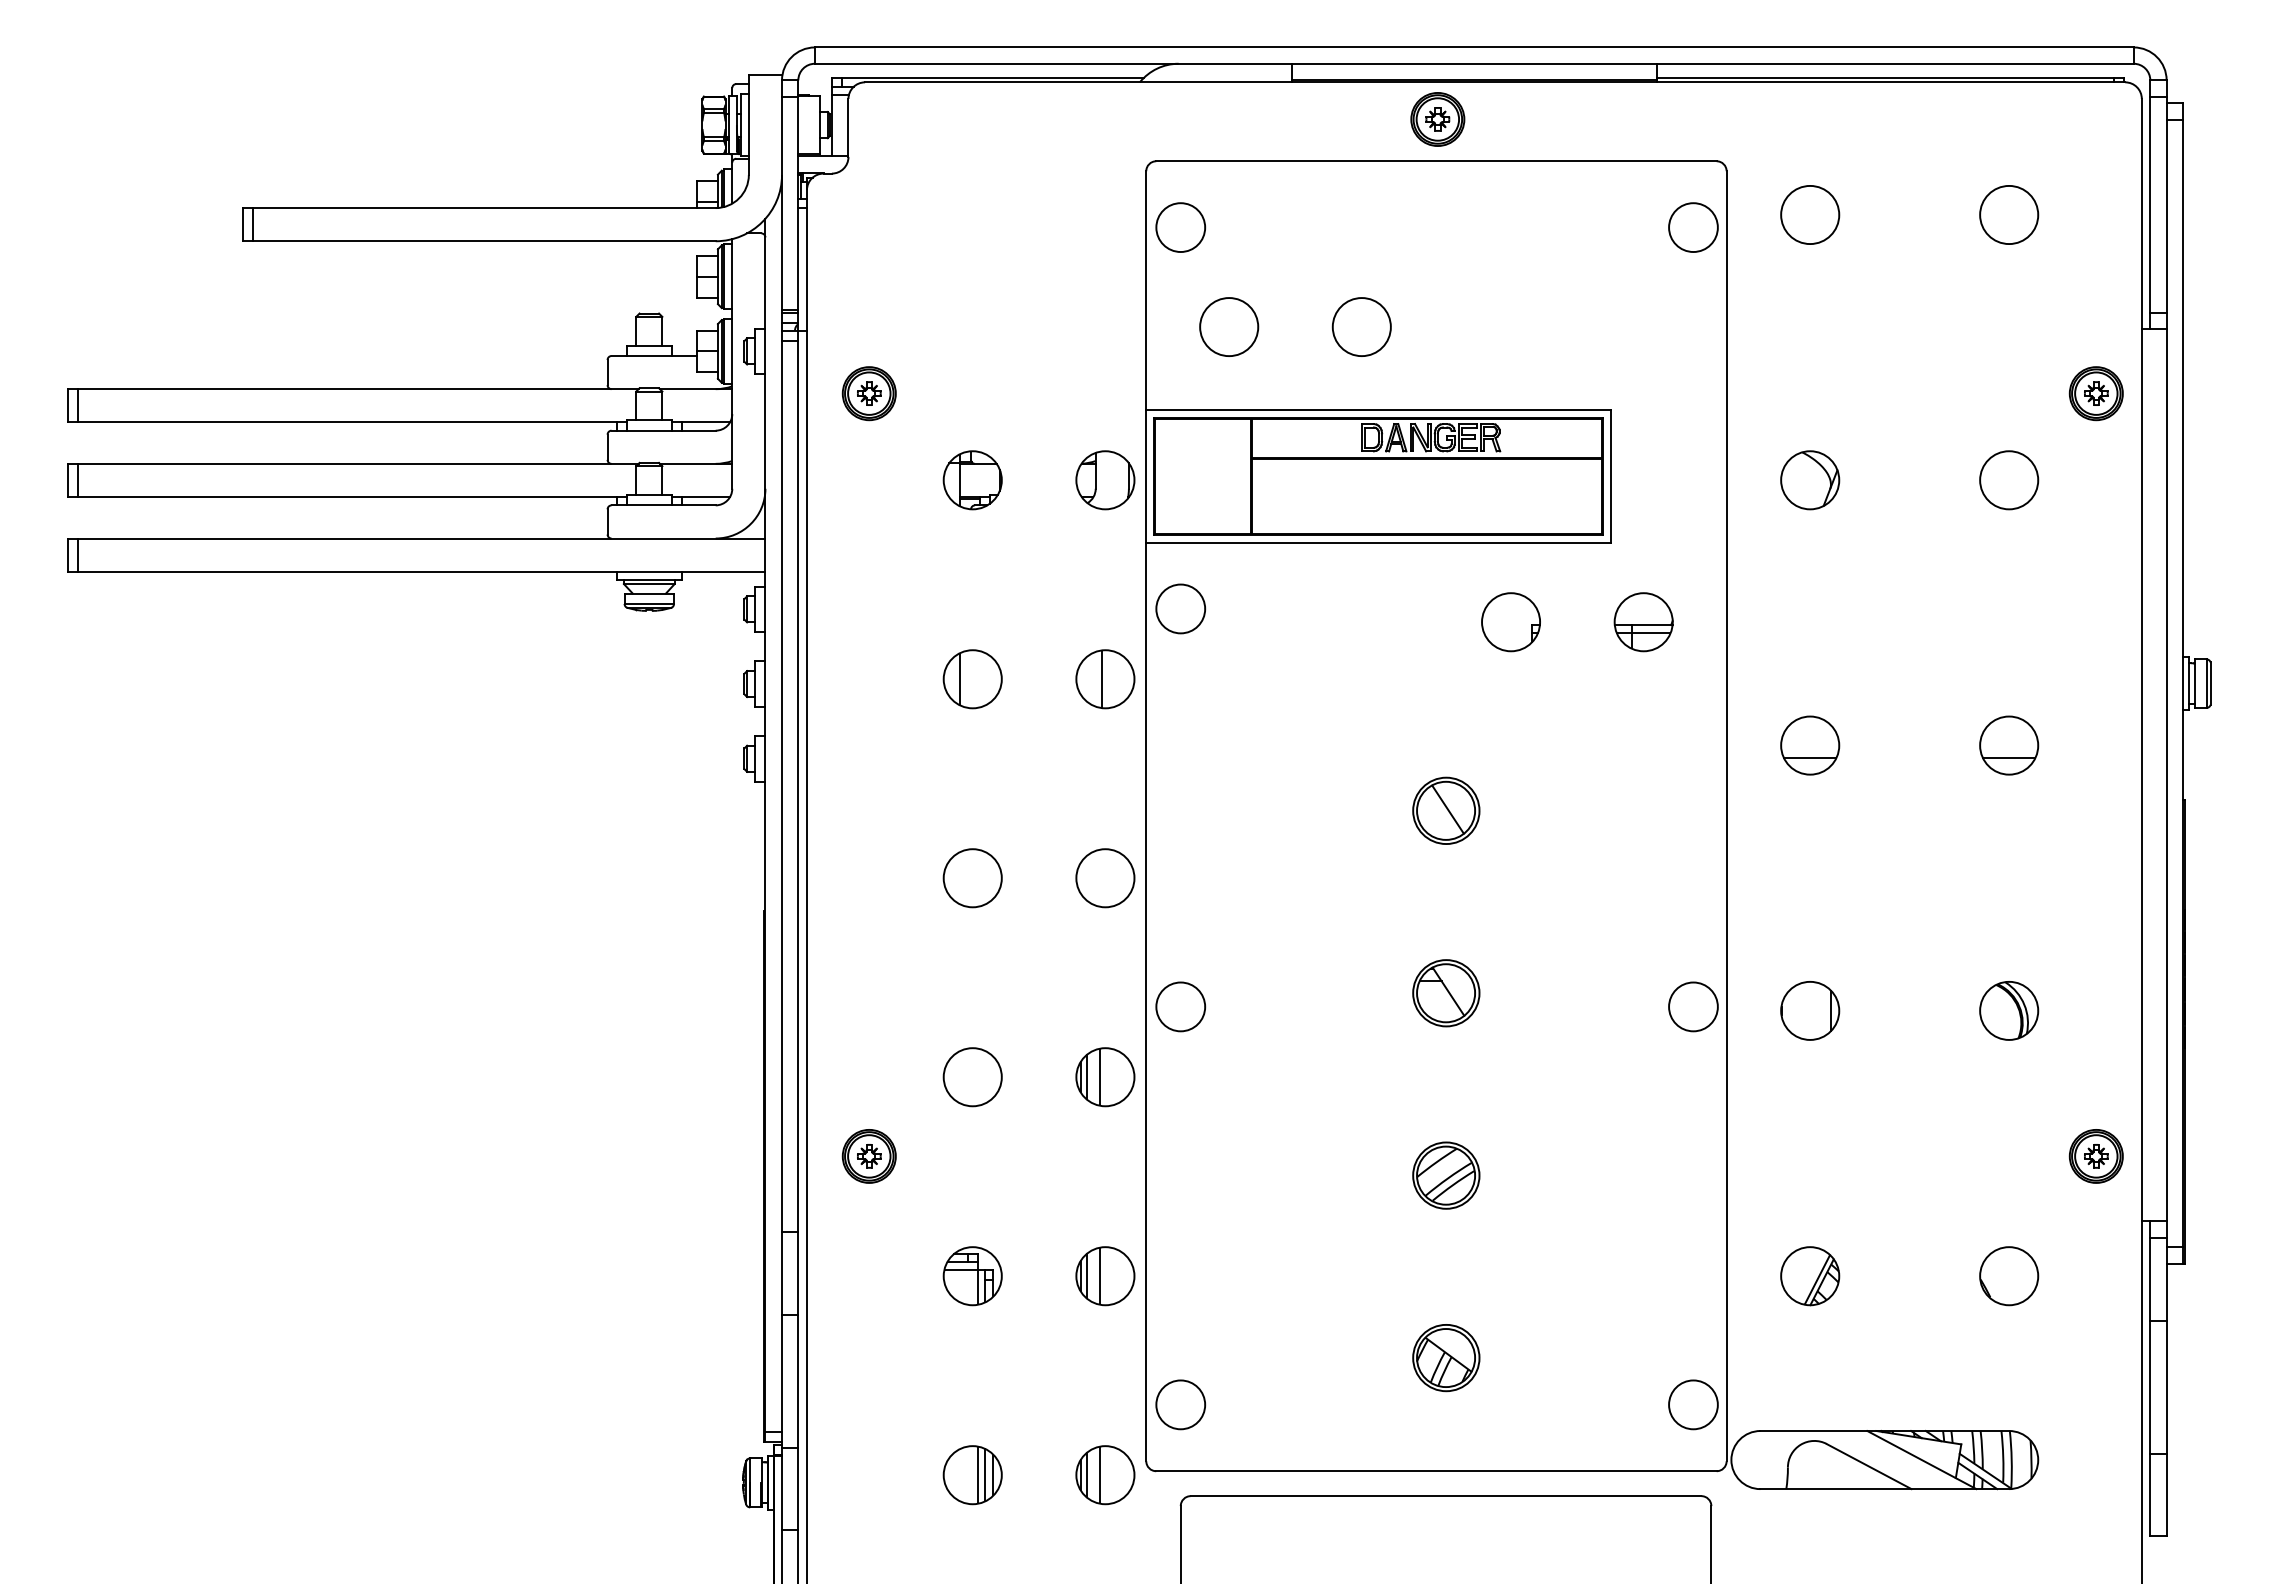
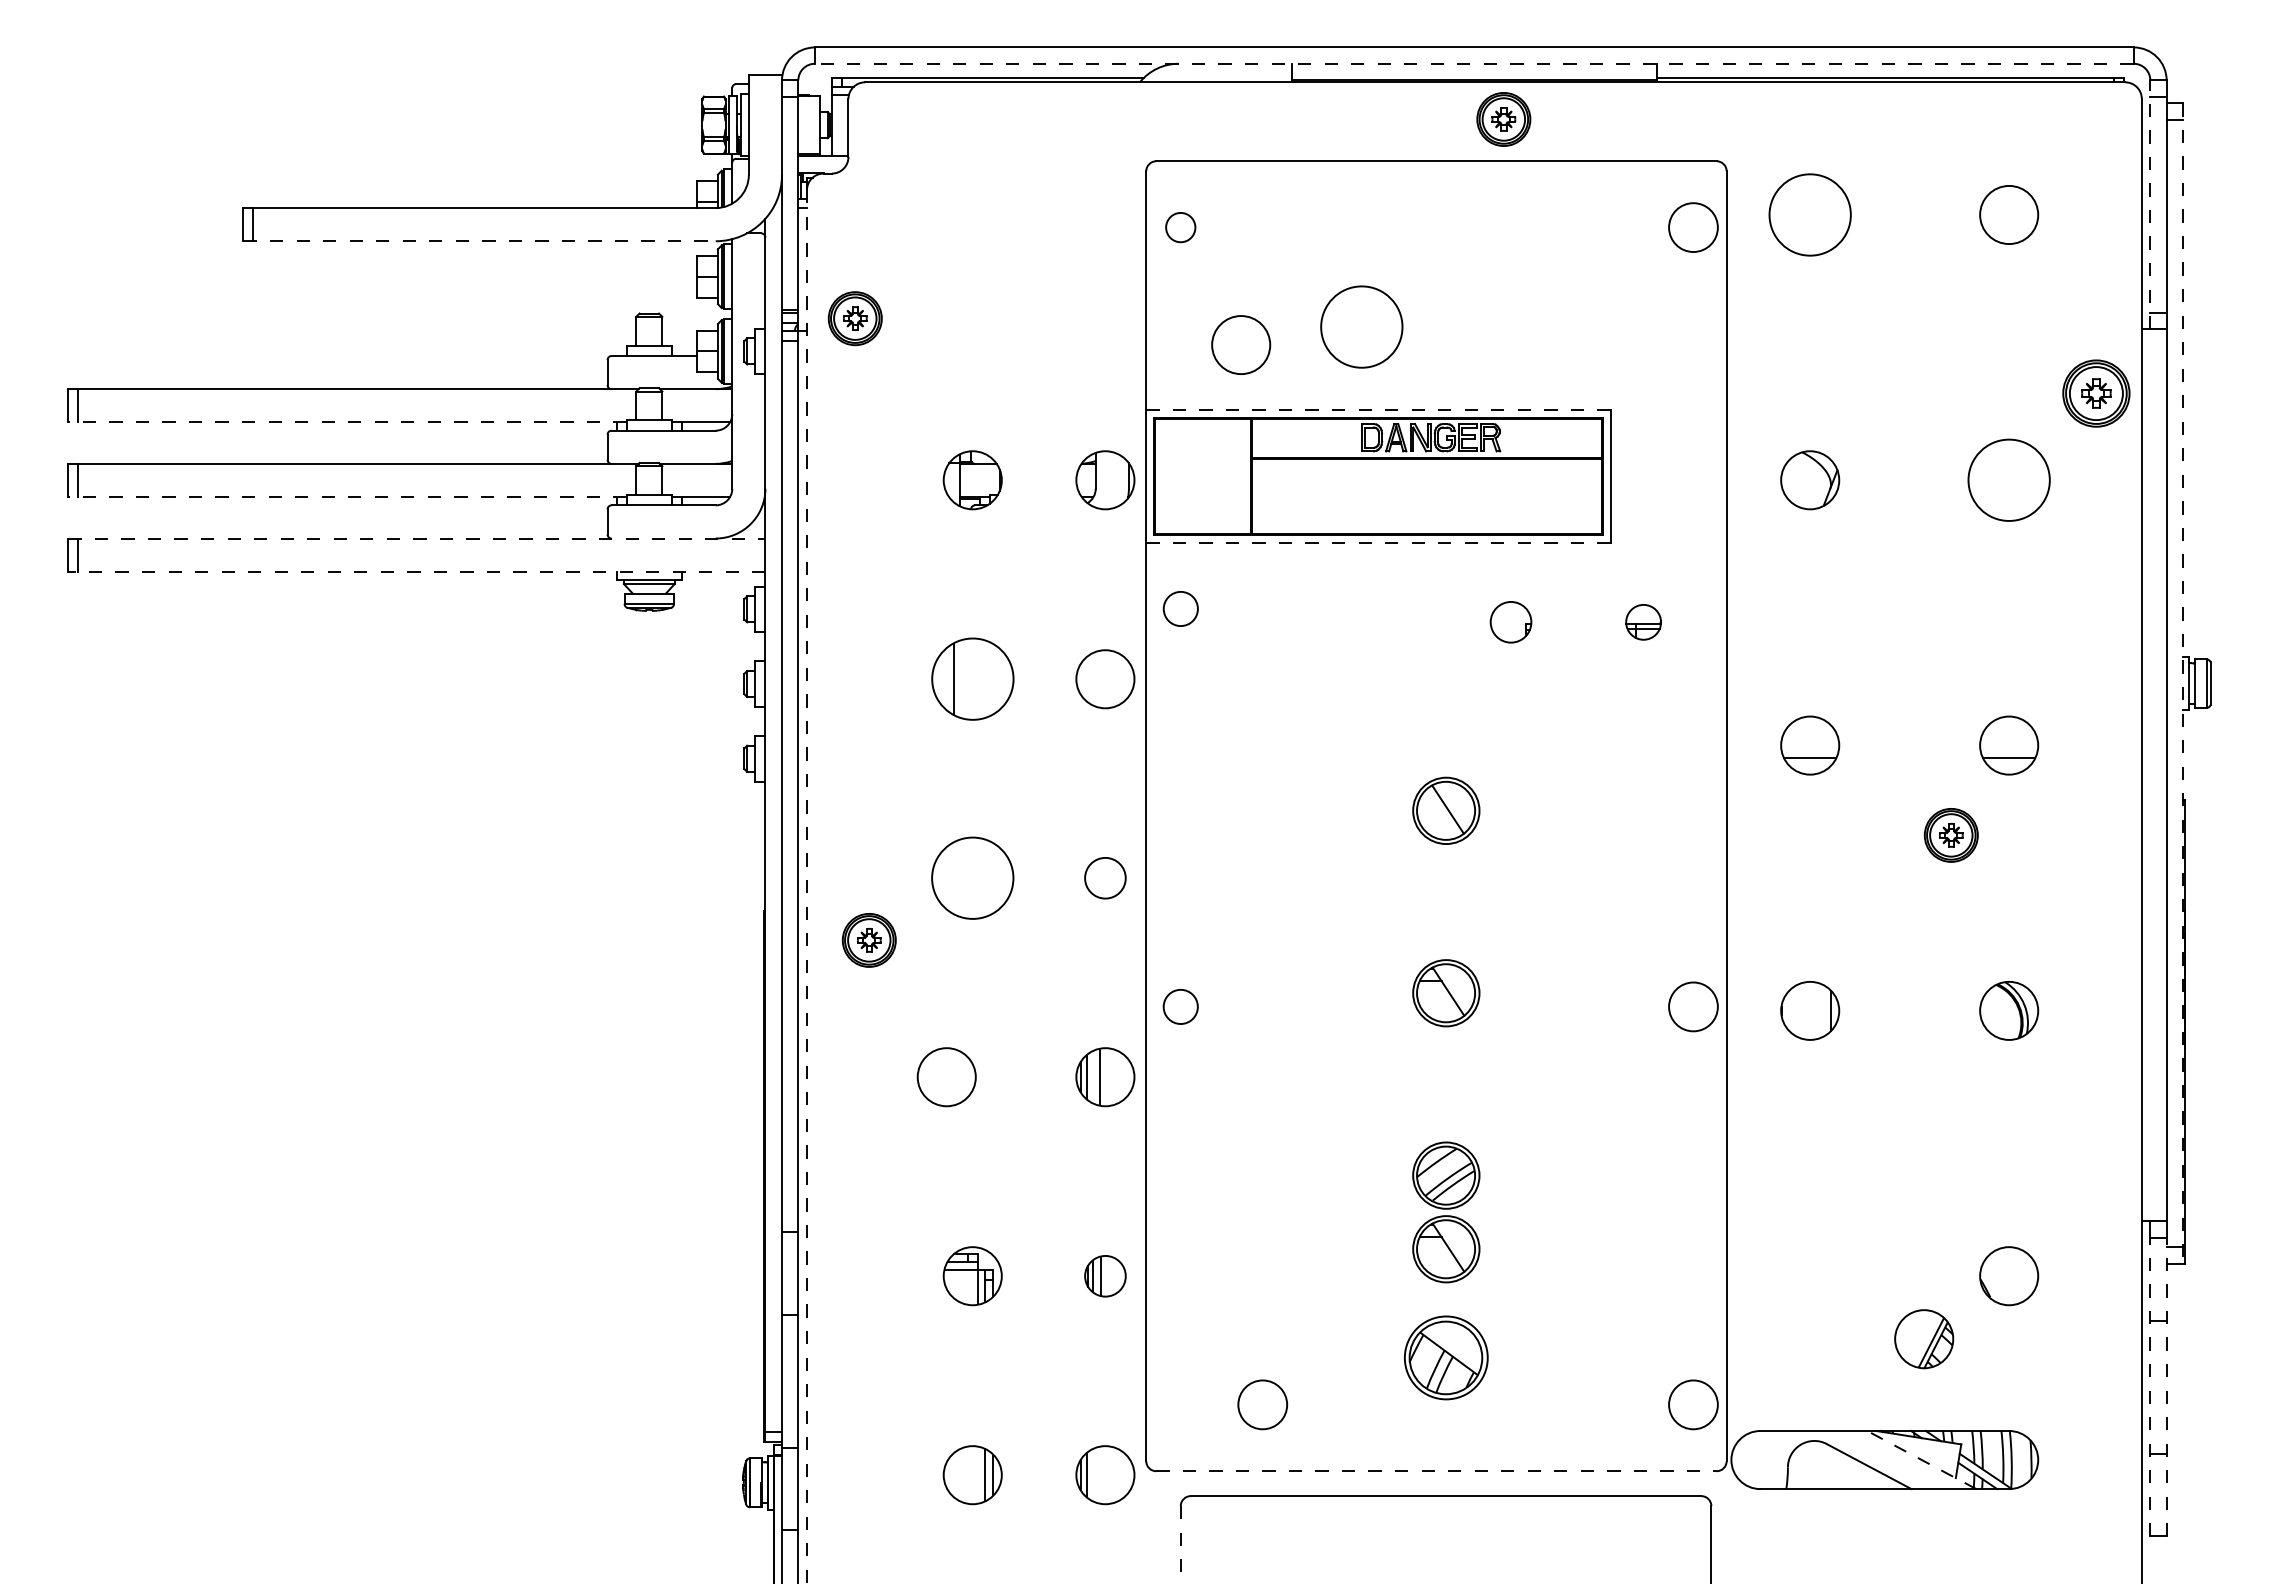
line at (1473, 63): solid -> dashed
part at (1437, 119) position: (1437, 119) -> (1503, 119)
line at (2150, 204): solid -> dashed
circle at (1810, 214) diameter: 58 px -> 81 px
circle at (1180, 227) diameter: 49 px -> 29 px
line at (480, 241): solid -> dashed
circle at (1229, 326) position: (1229, 326) -> (1241, 344)
circle at (1361, 327) diameter: 58 px -> 81 px
part at (868, 393) position: (868, 393) -> (854, 318)
part at (2095, 393) size: 56x56 px -> 69x69 px
line at (1377, 410): solid -> dashed
line at (347, 422): solid -> dashed
circle at (2009, 480) diameter: 58 px -> 81 px
line at (347, 497): solid -> dashed
line at (416, 538): solid -> dashed
line at (1378, 542): solid -> dashed
line at (416, 571): solid -> dashed
circle at (1180, 608) size: 52x52 px -> 37x36 px
part at (1510, 622) size: 60x61 px -> 44x43 px
part at (1643, 622) size: 61x61 px -> 37x37 px
line at (1101, 678): present -> none
part at (972, 679) size: 61x61 px -> 84x84 px
line at (2183, 684): solid -> dashed
circle at (972, 878) diameter: 58 px -> 81 px
circle at (1105, 878) diameter: 58 px -> 41 px
line at (806, 886): solid -> dashed
circle at (1180, 1006) diameter: 49 px -> 34 px
circle at (972, 1077) position: (972, 1077) -> (946, 1077)
part at (868, 1156) position: (868, 1156) -> (868, 940)
part at (2095, 1156) position: (2095, 1156) -> (1950, 835)
part at (1446, 1249): none -> present
part at (1105, 1276) size: 61x61 px -> 43x43 px
part at (1810, 1276) position: (1810, 1276) -> (1924, 1339)
part at (1446, 1358) size: 69x69 px -> 85x86 px
line at (2150, 1386): solid -> dashed
line at (2166, 1386): solid -> dashed
circle at (1180, 1404) position: (1180, 1404) -> (1262, 1404)
line at (1921, 1460): solid -> dashed
line at (1436, 1471): solid -> dashed
line at (977, 1474): present -> none
line at (1099, 1474): present -> none
line at (1180, 1545): solid -> dashed
